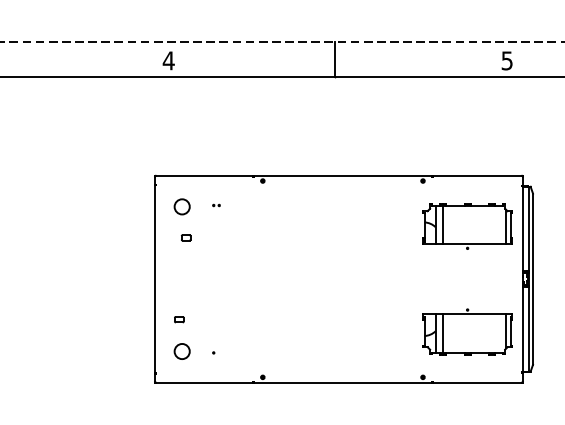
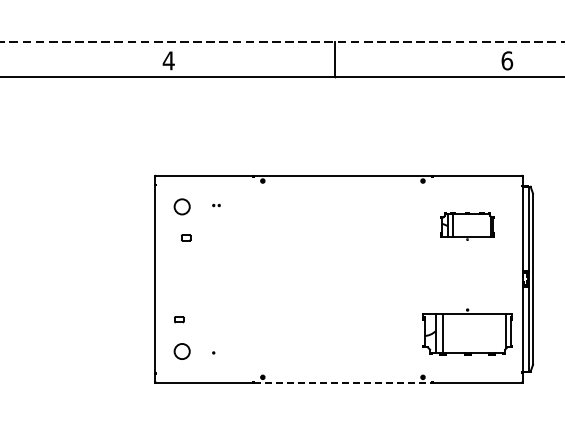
text at (507, 60): 5 -> 6
part at (467, 226) size: 91x47 px -> 55x29 px
line at (343, 382): solid -> dashed
